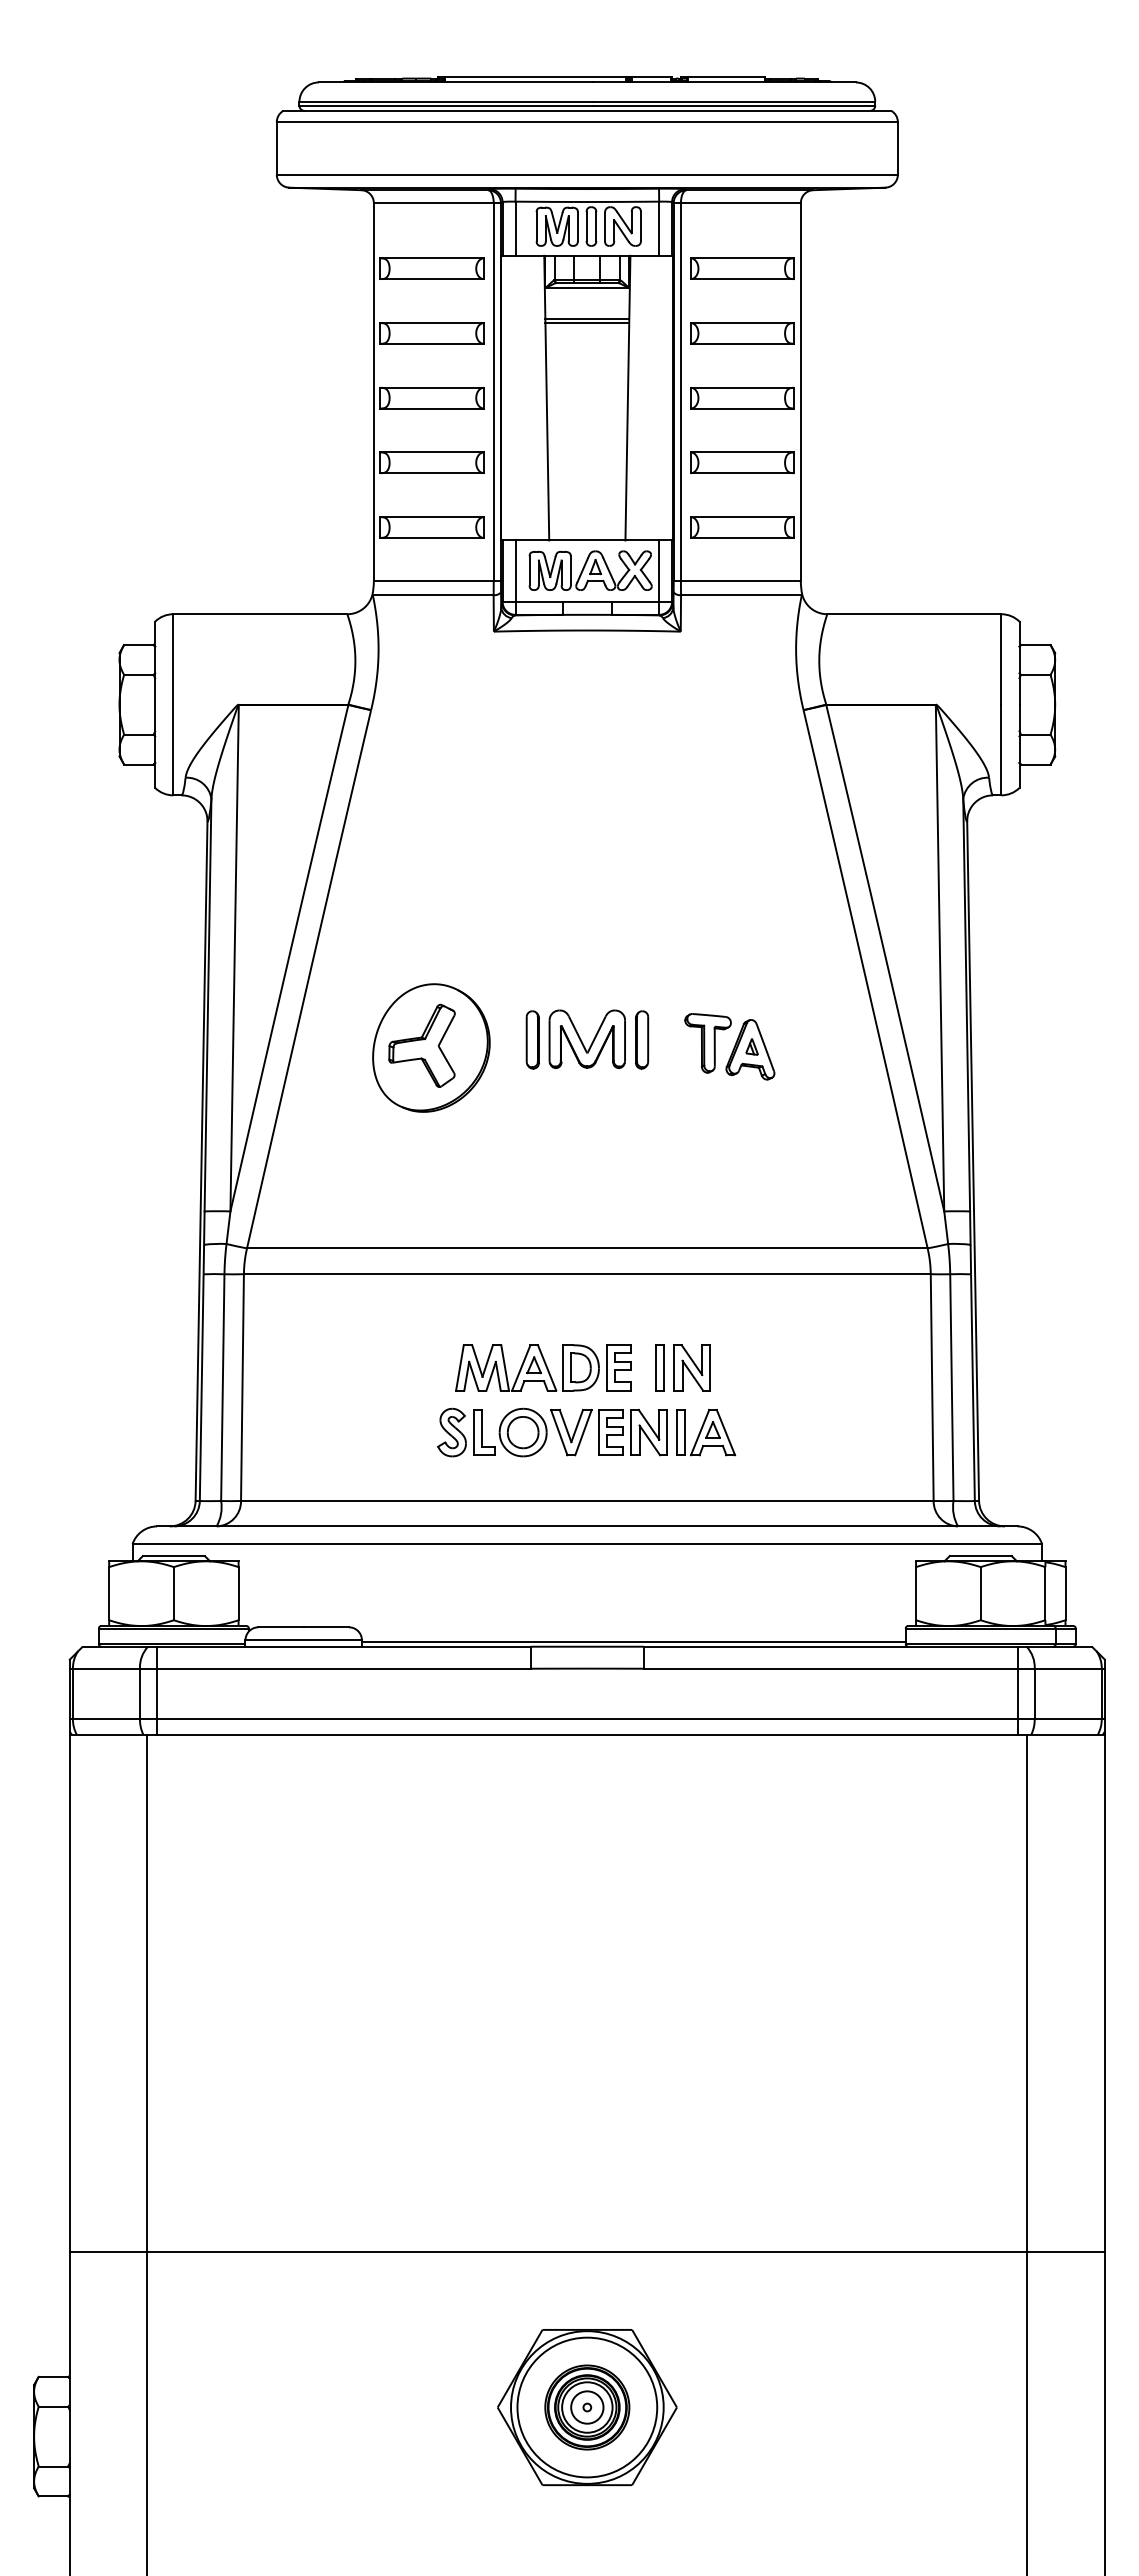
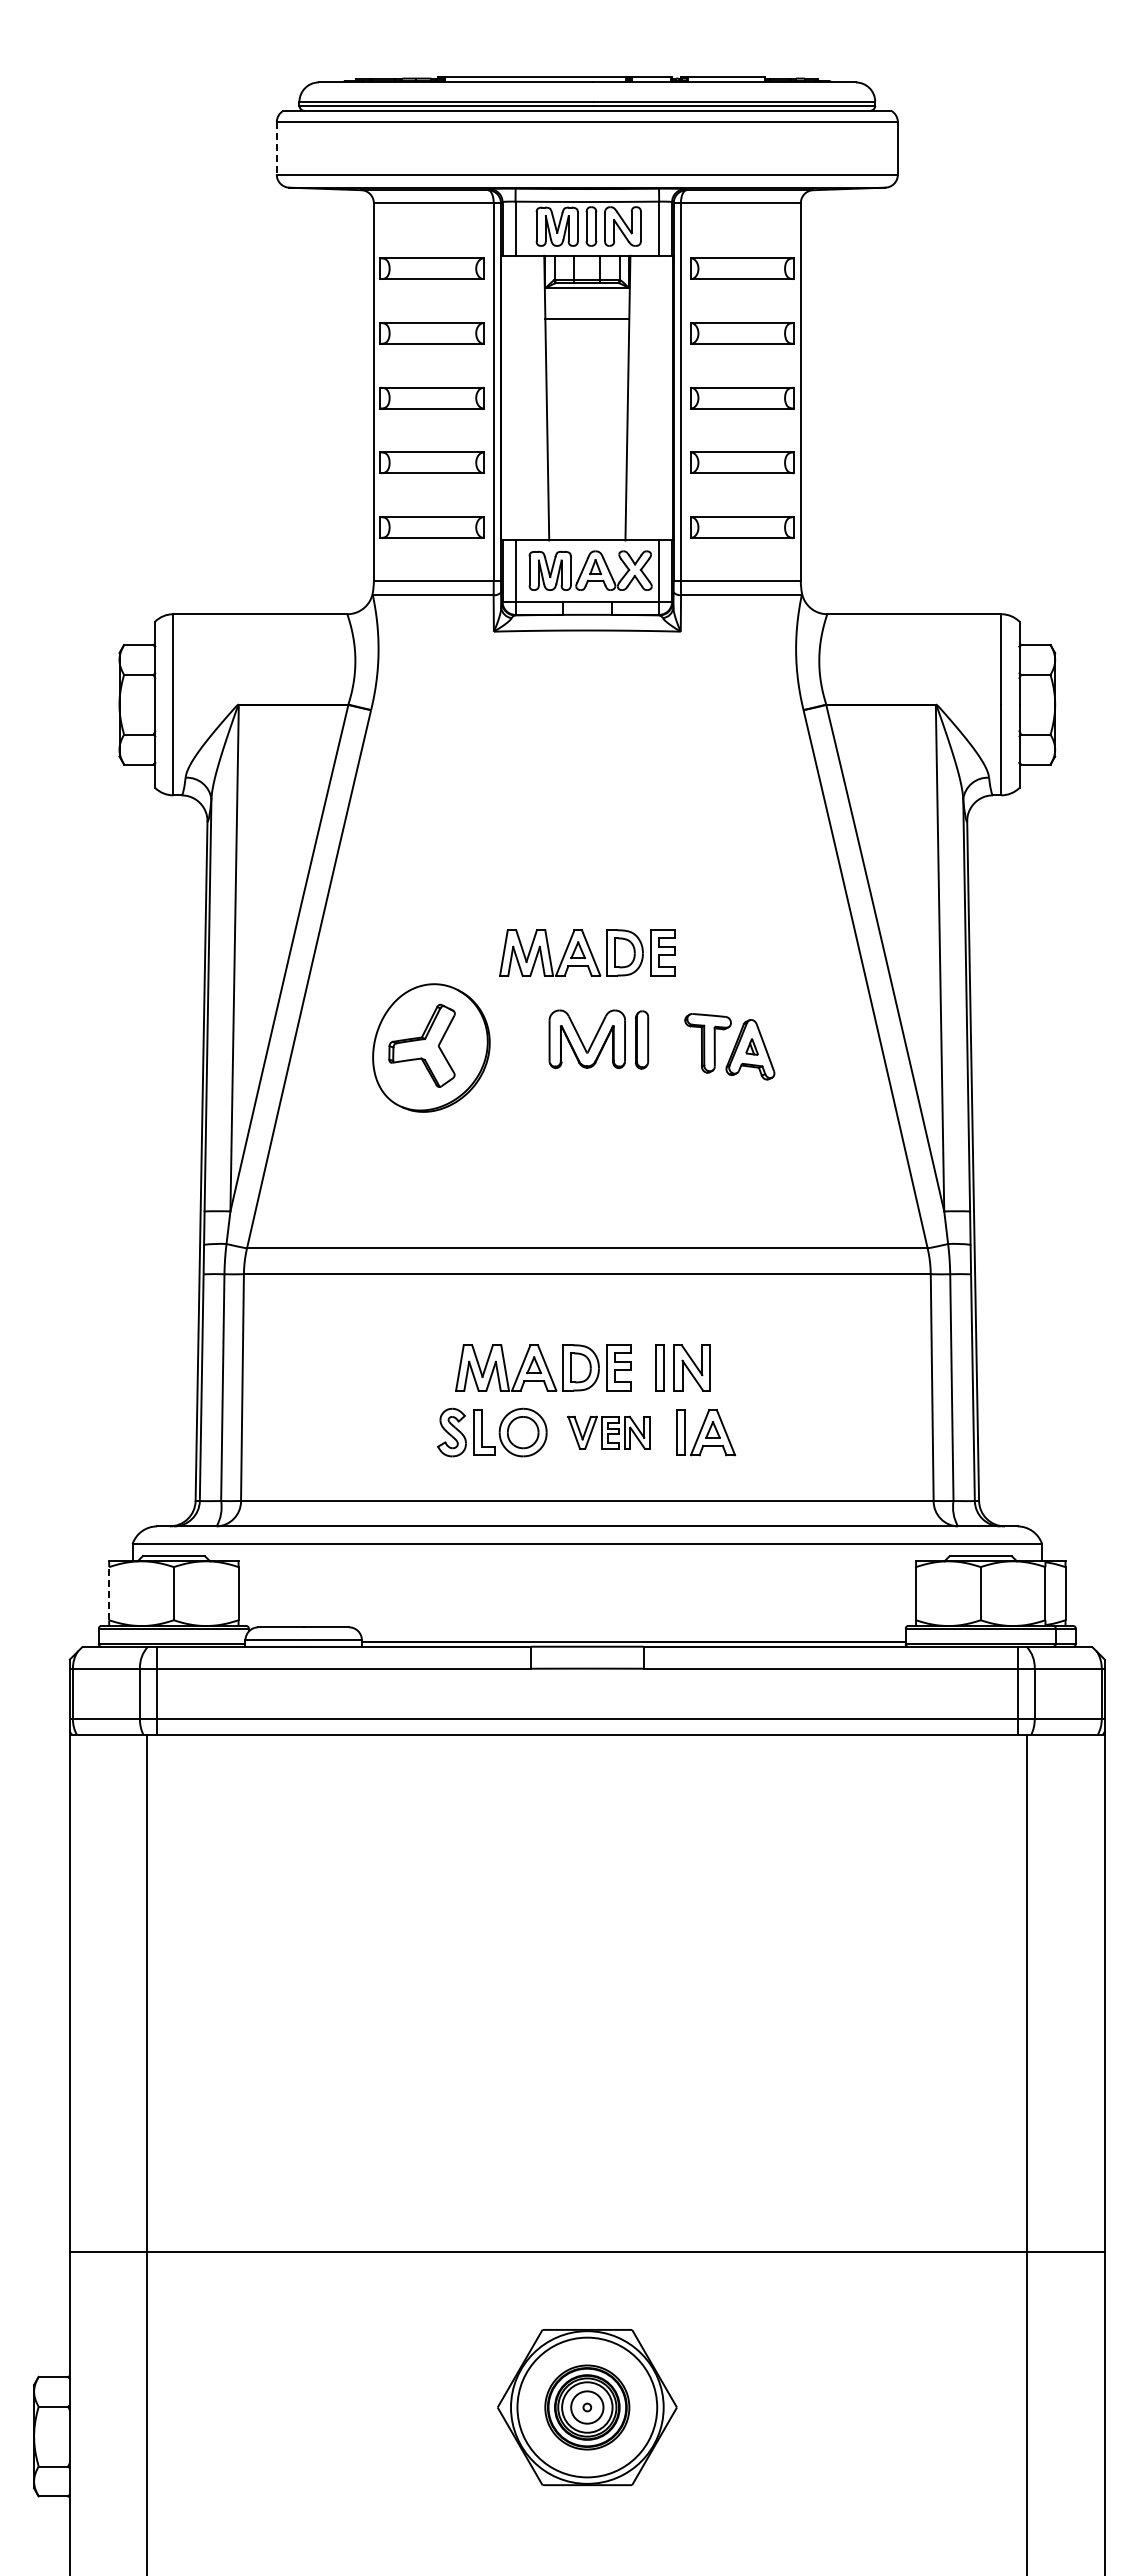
line at (276, 148): solid -> dashed
line at (587, 323): present -> none
part at (587, 952): none -> present
part at (532, 1039): present -> none
part at (608, 1432) size: 118x48 px -> 84x35 px
line at (109, 1593): solid -> dashed
